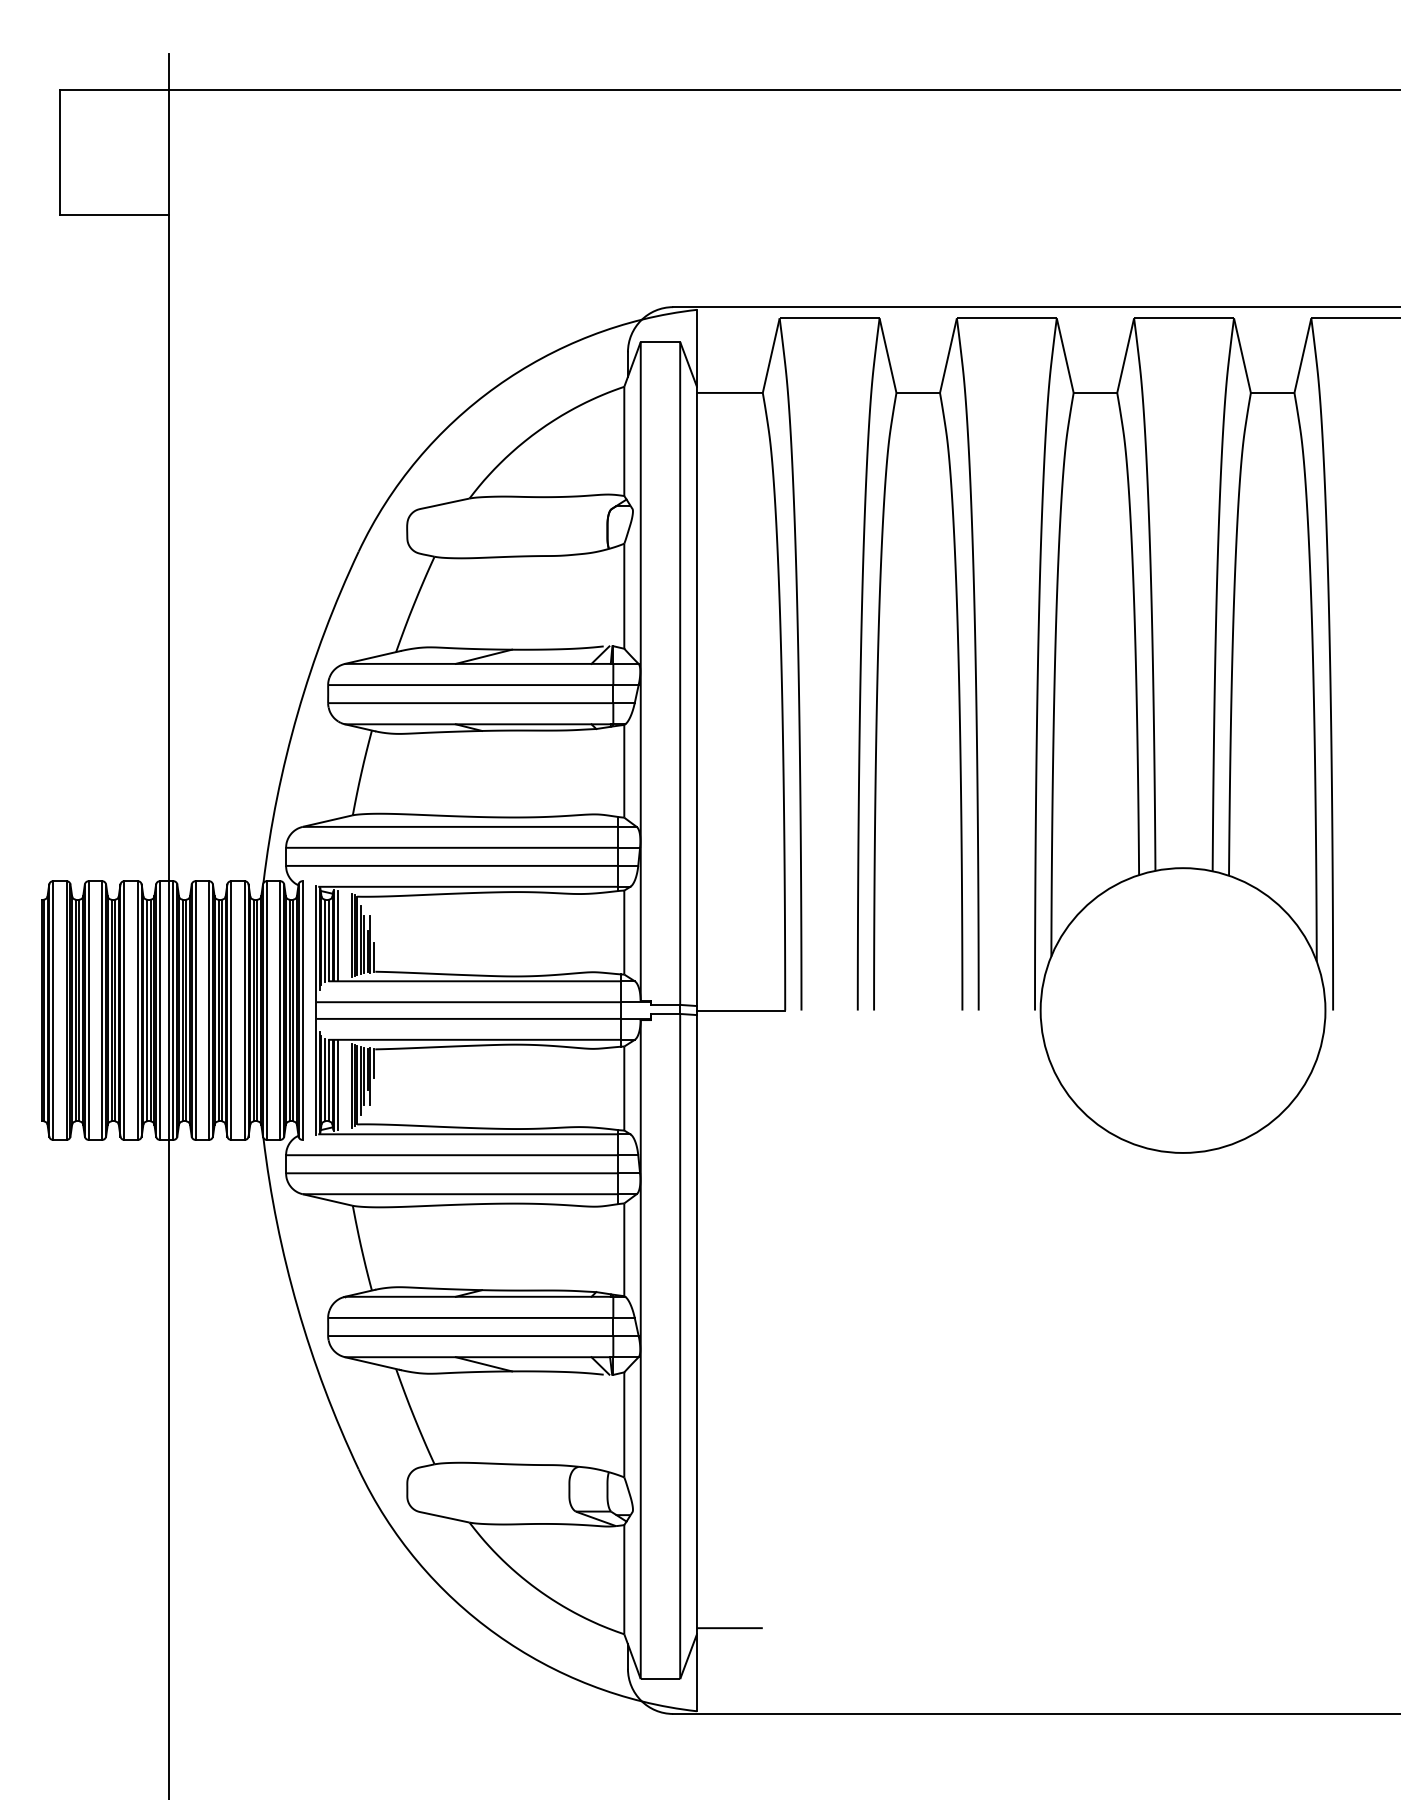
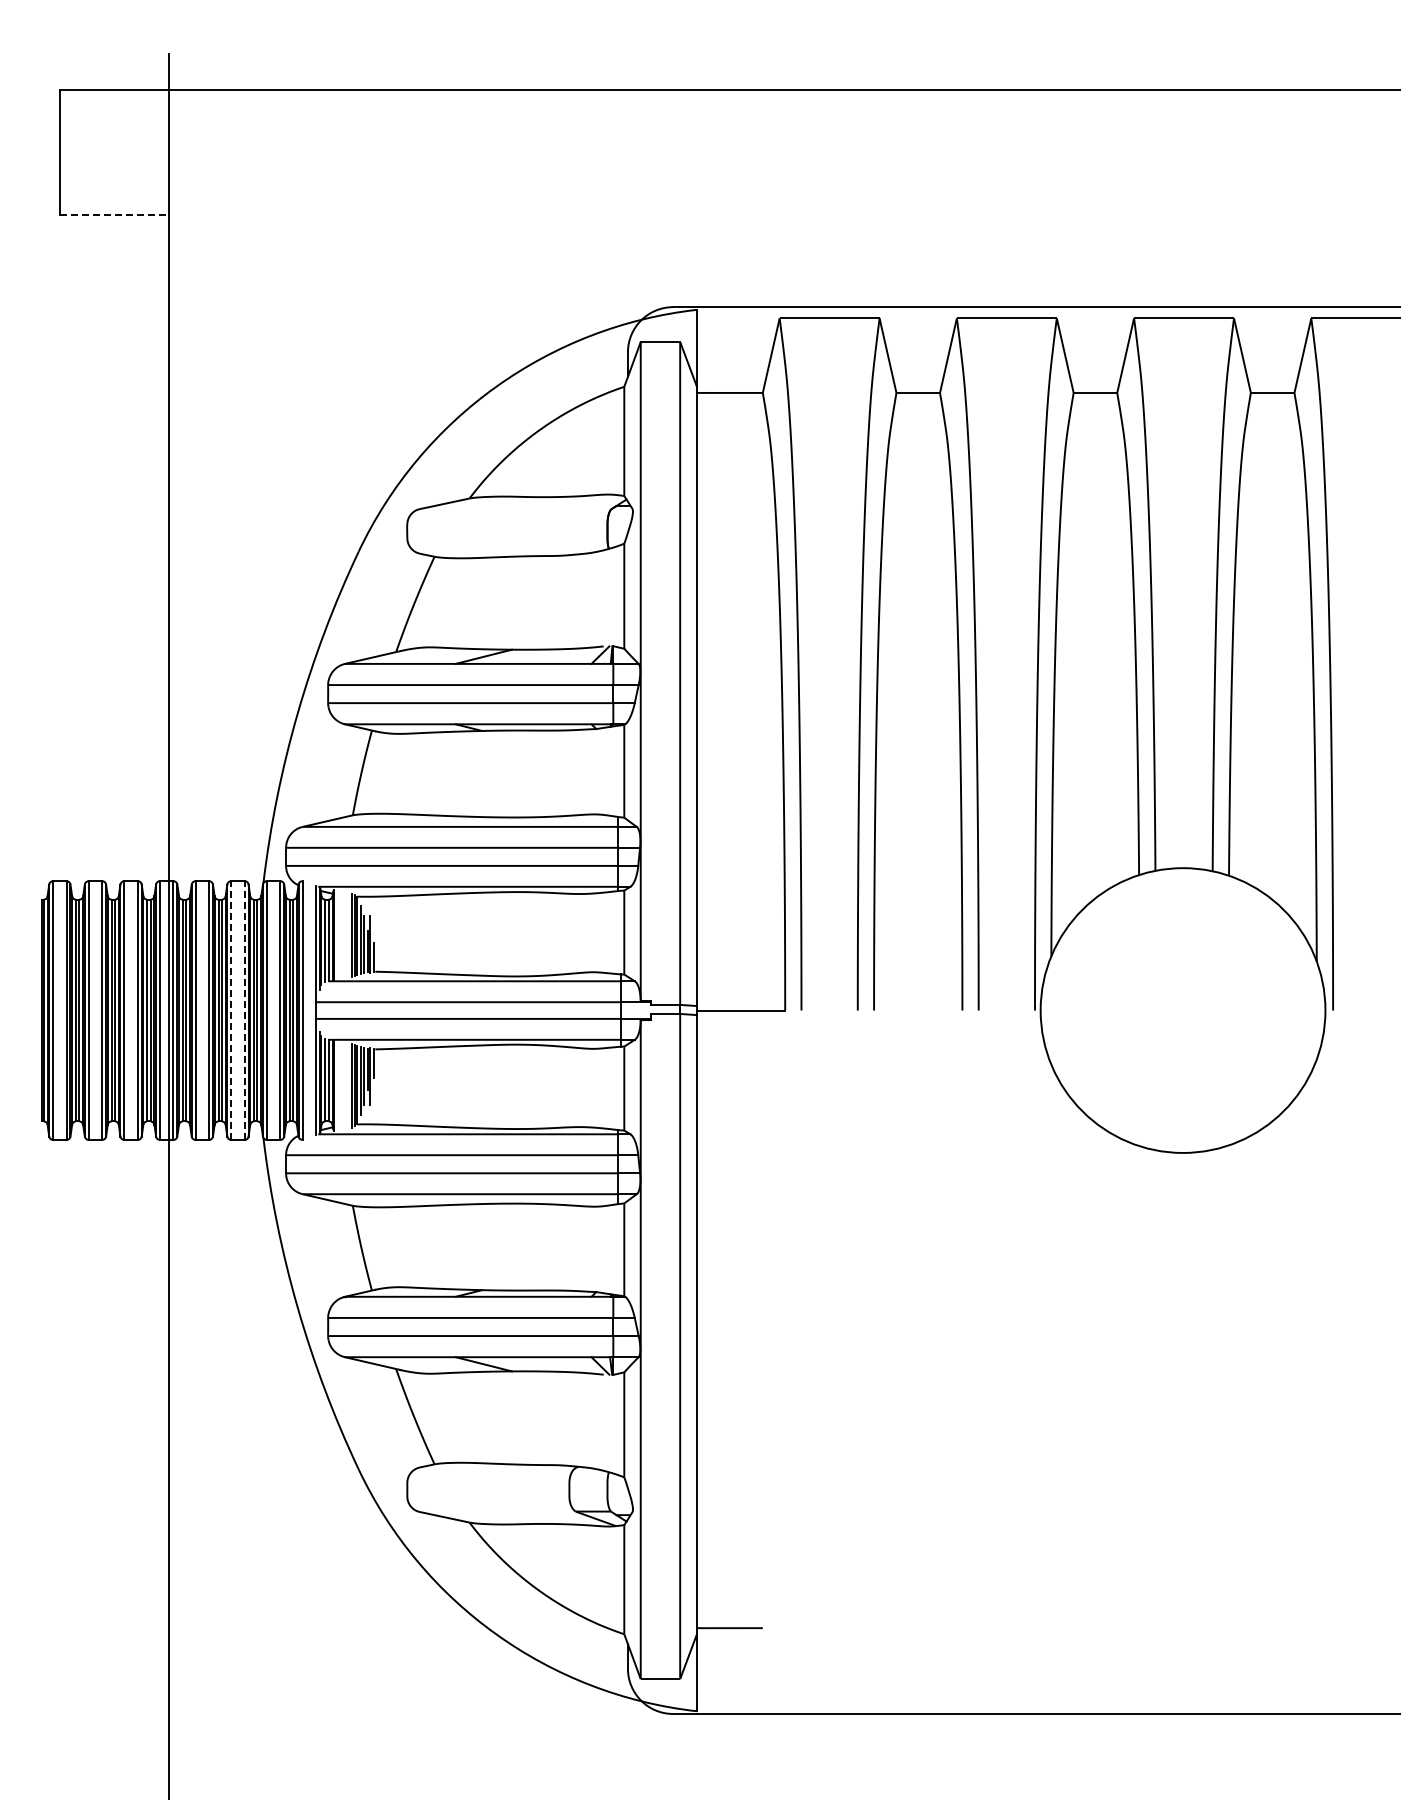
line at (114, 215): solid -> dashed
line at (338, 935): present -> none
line at (231, 1010): solid -> dashed
line at (244, 1010): solid -> dashed
line at (338, 1085): present -> none
